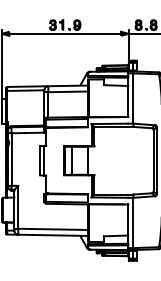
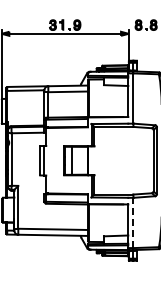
line at (142, 33): present -> none
line at (133, 222): solid -> dashed
